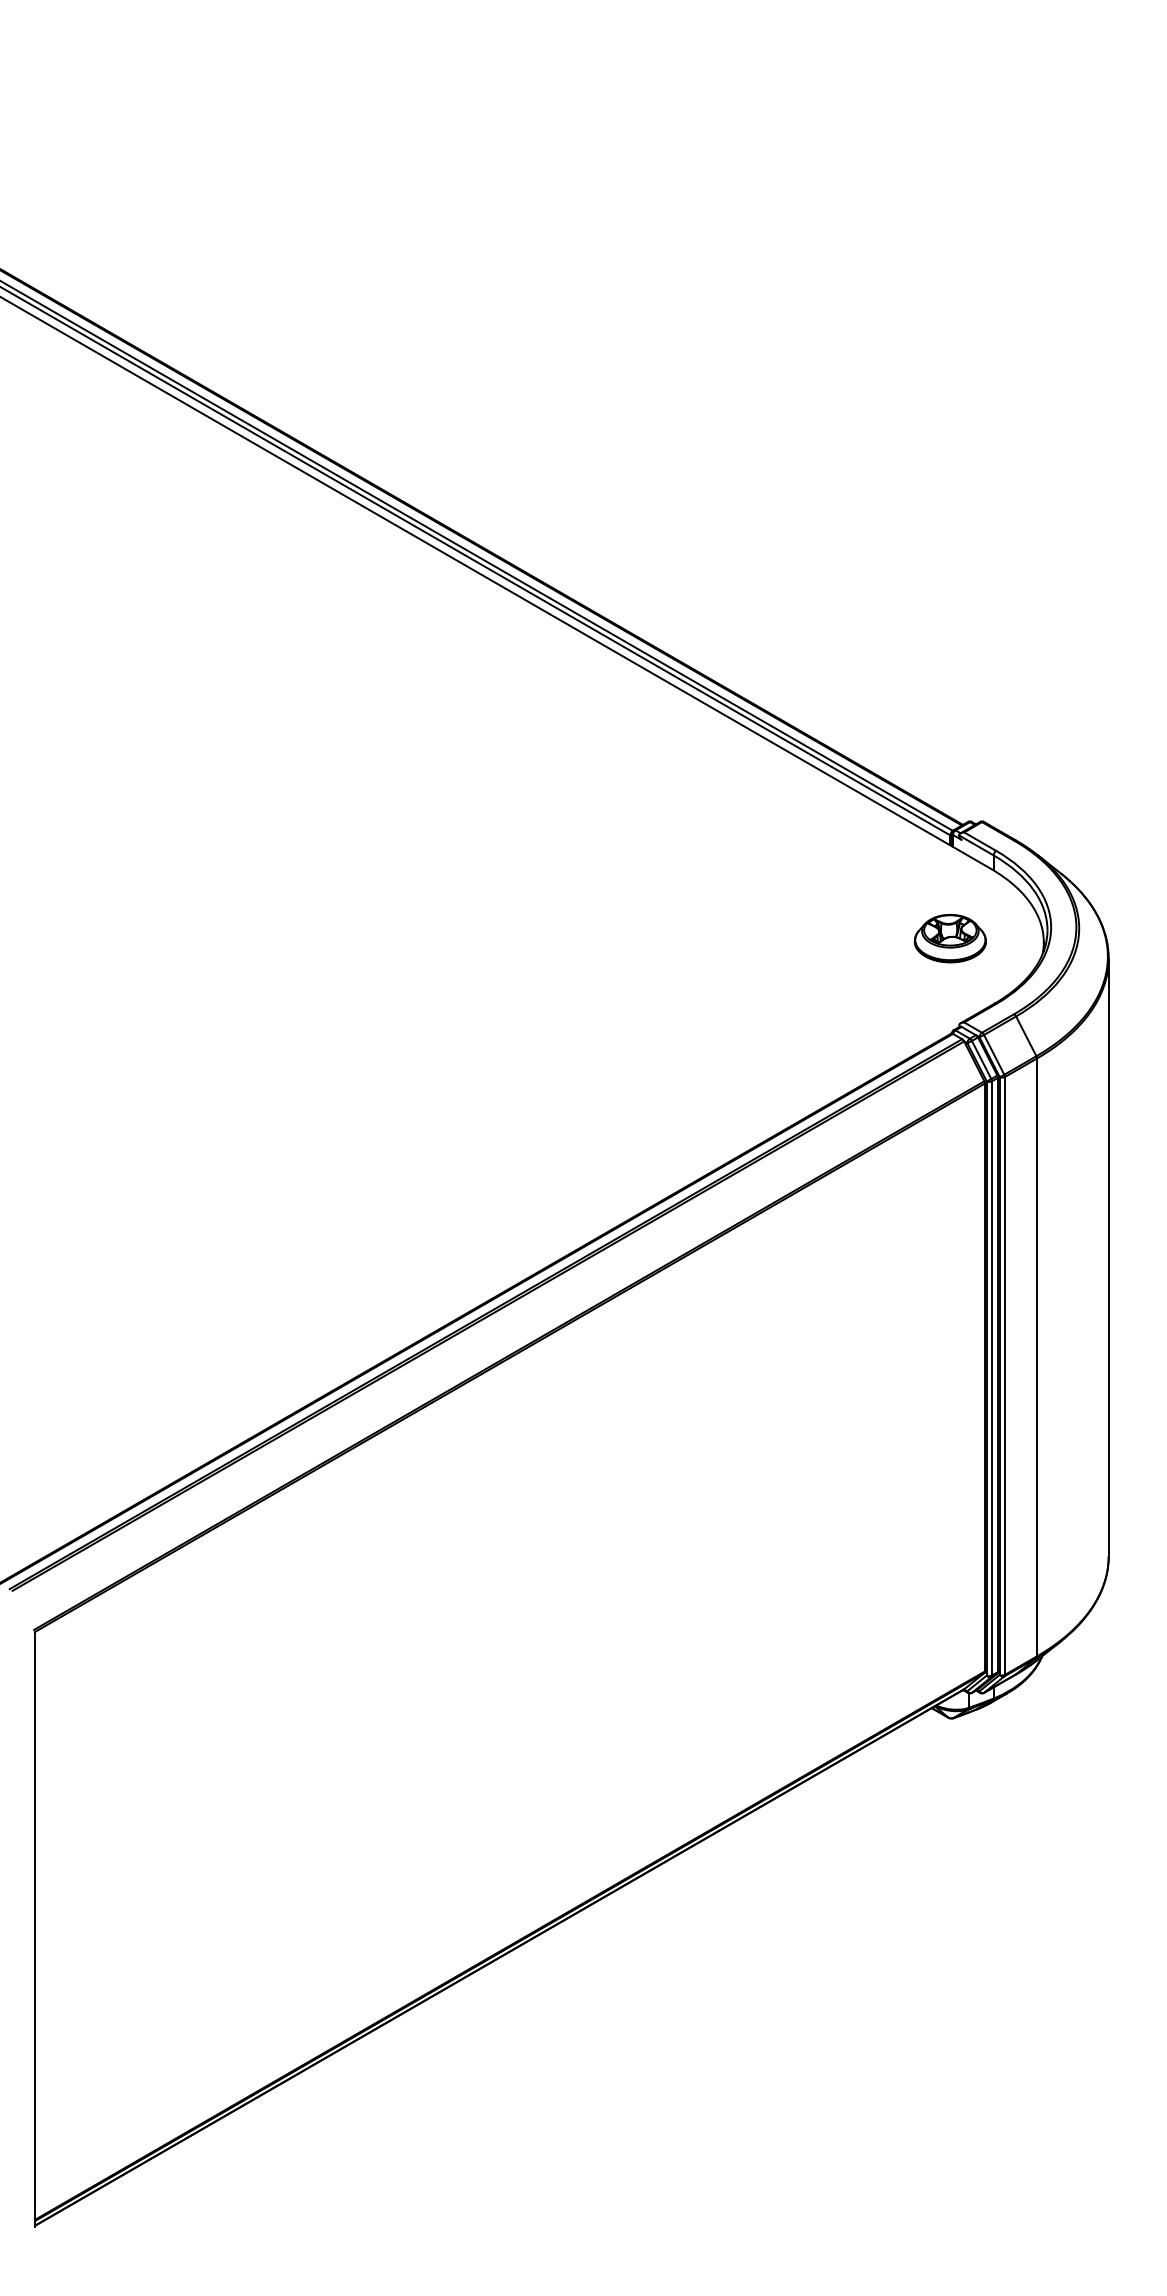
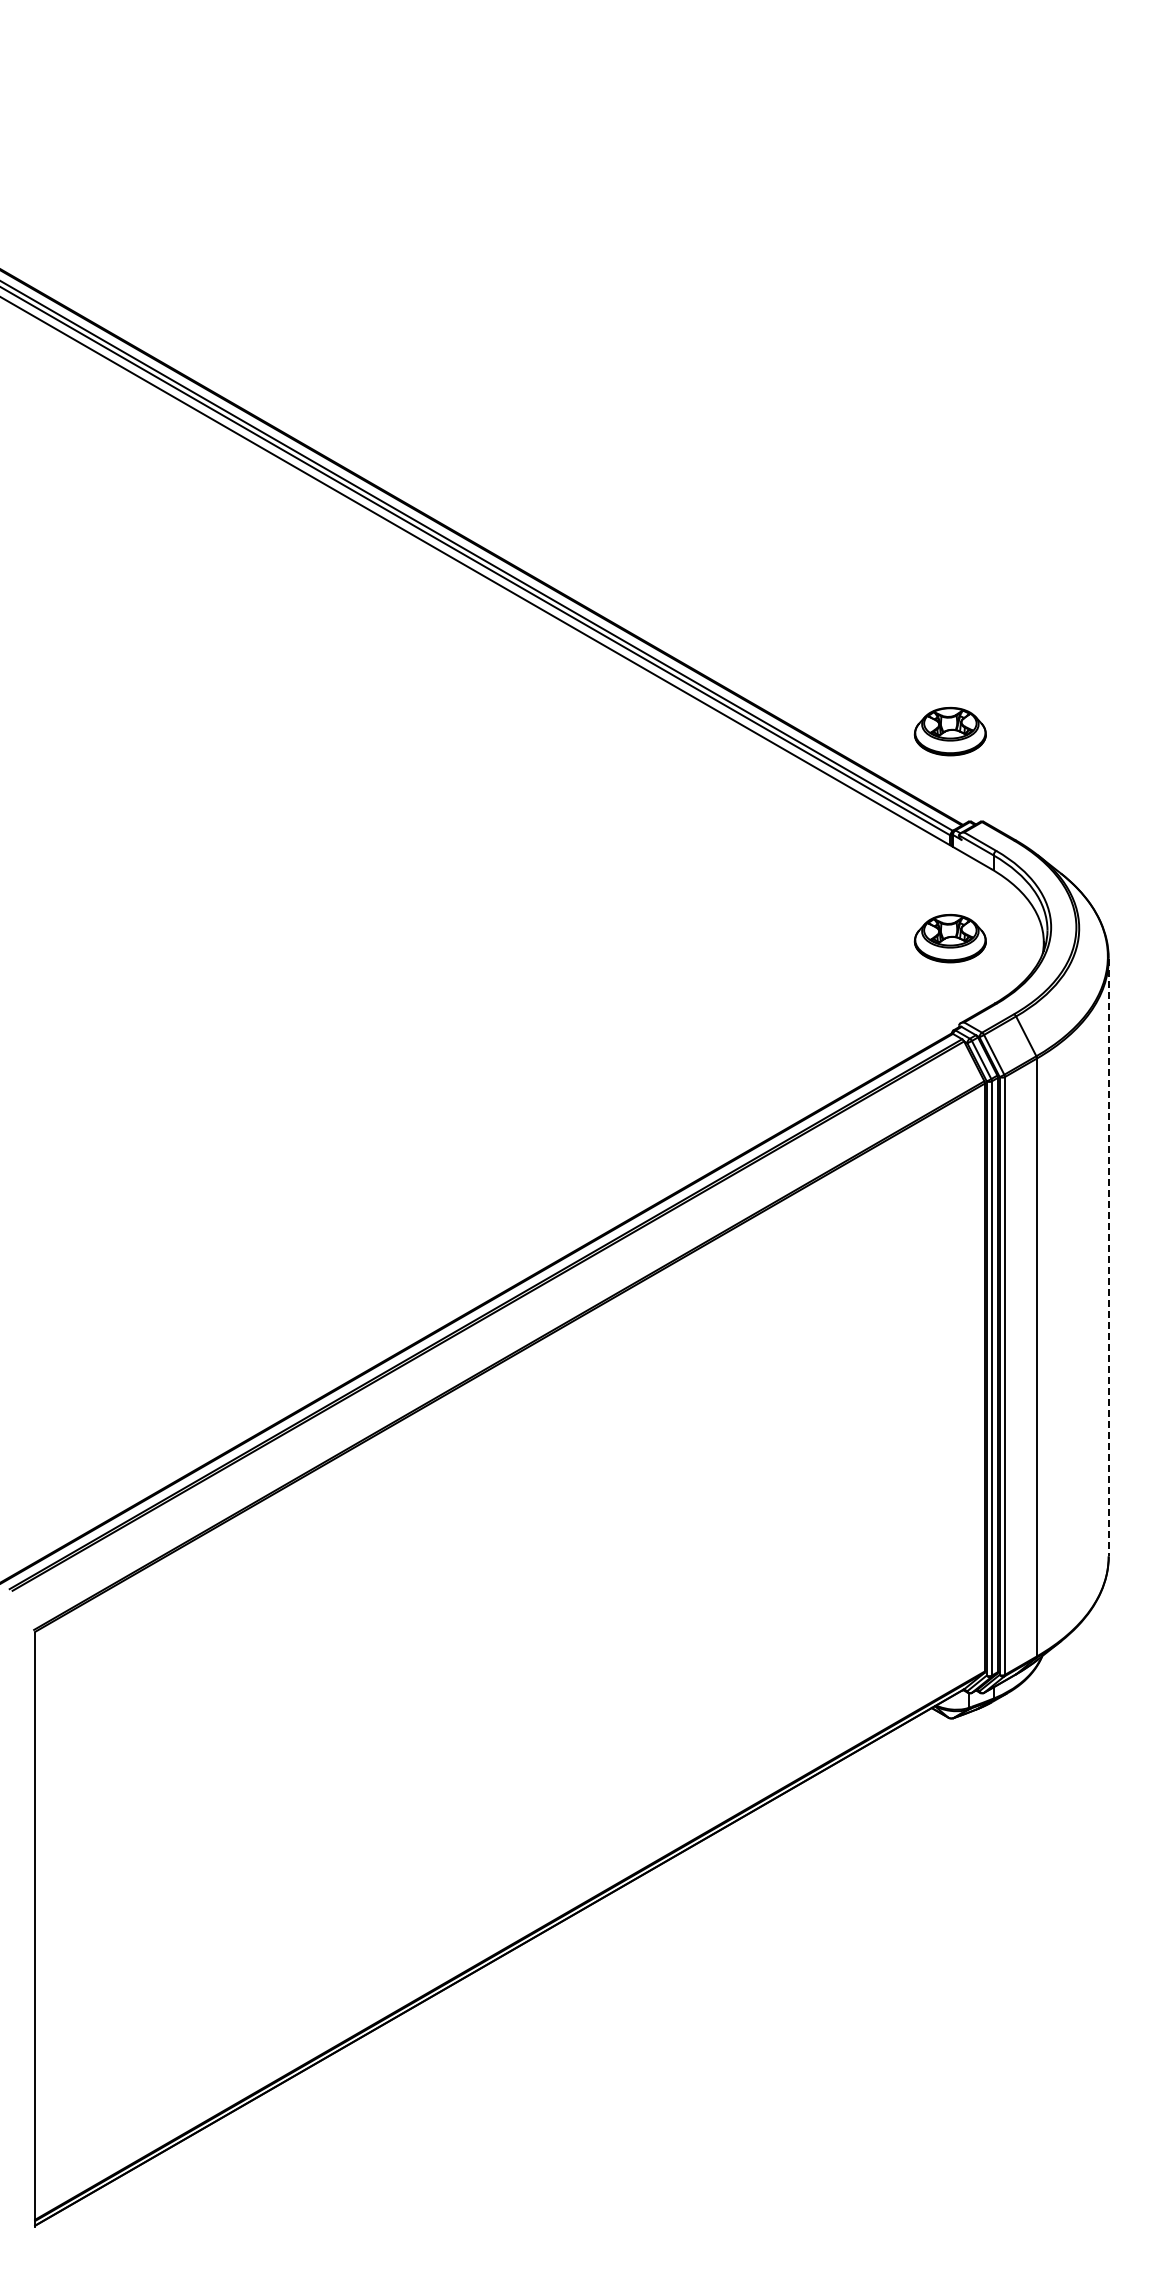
part at (949, 731): none -> present
line at (1108, 1257): solid -> dashed
